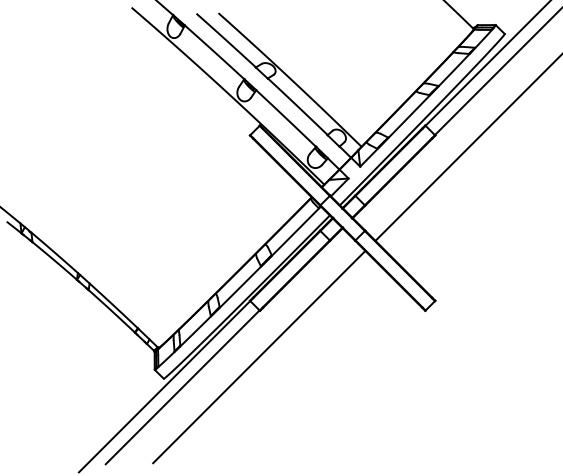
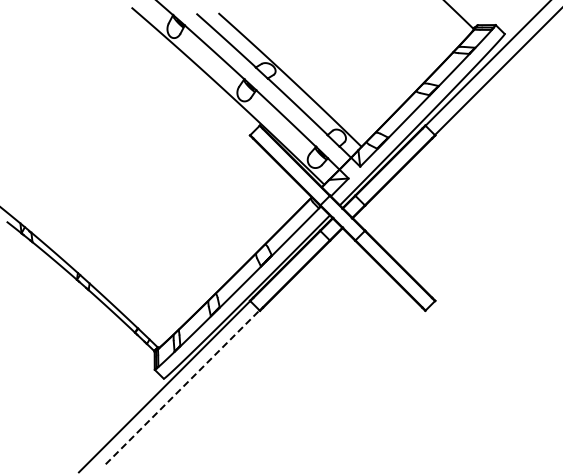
line at (467, 148): present -> none
line at (259, 356): present -> none
line at (182, 387): solid -> dashed
